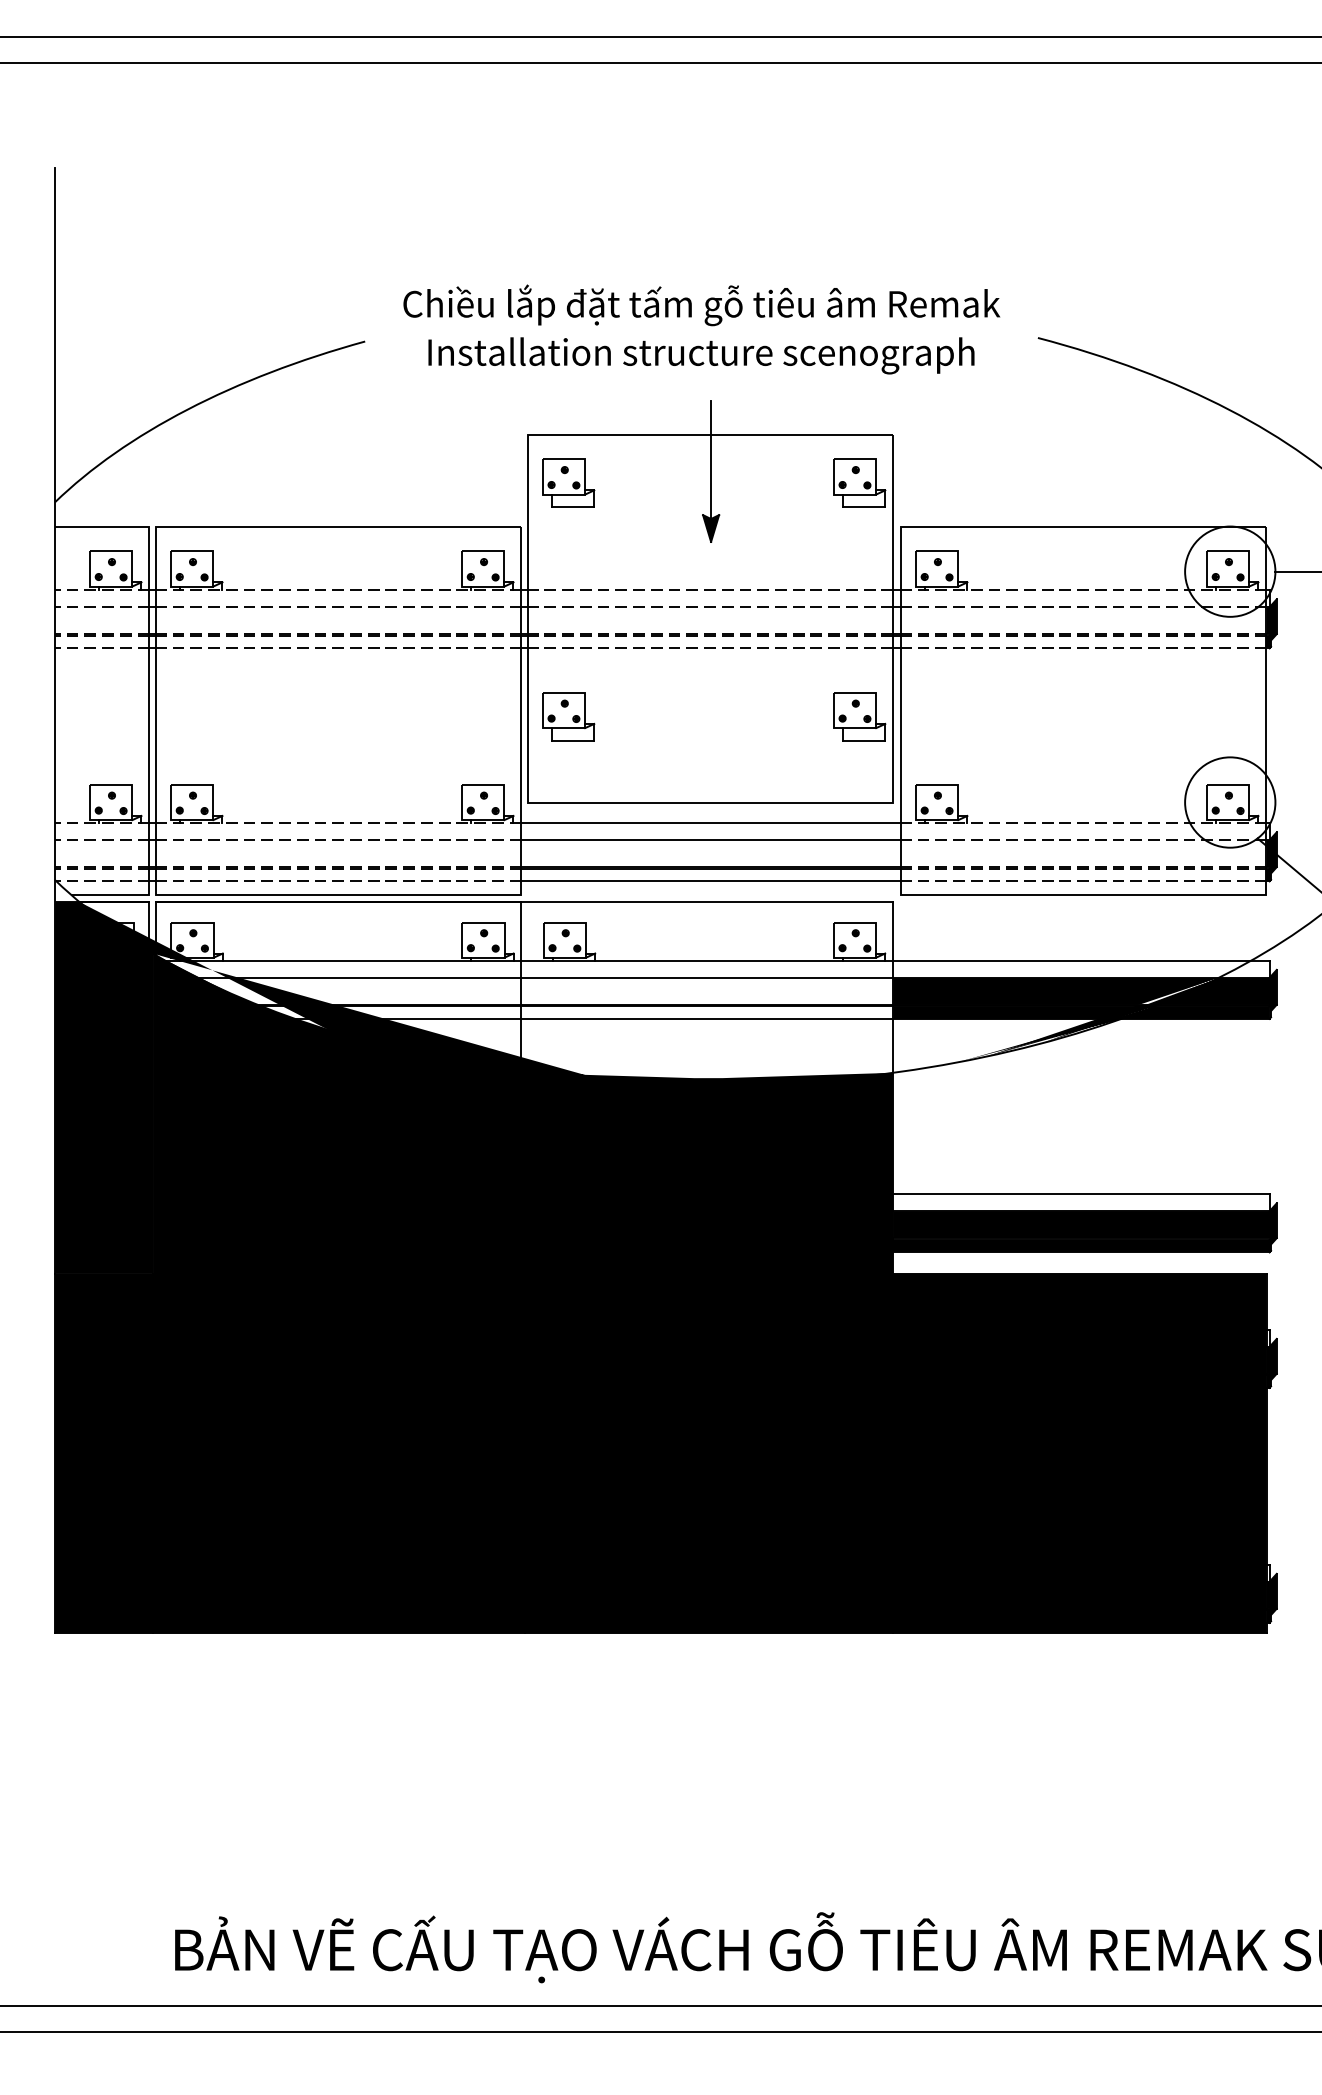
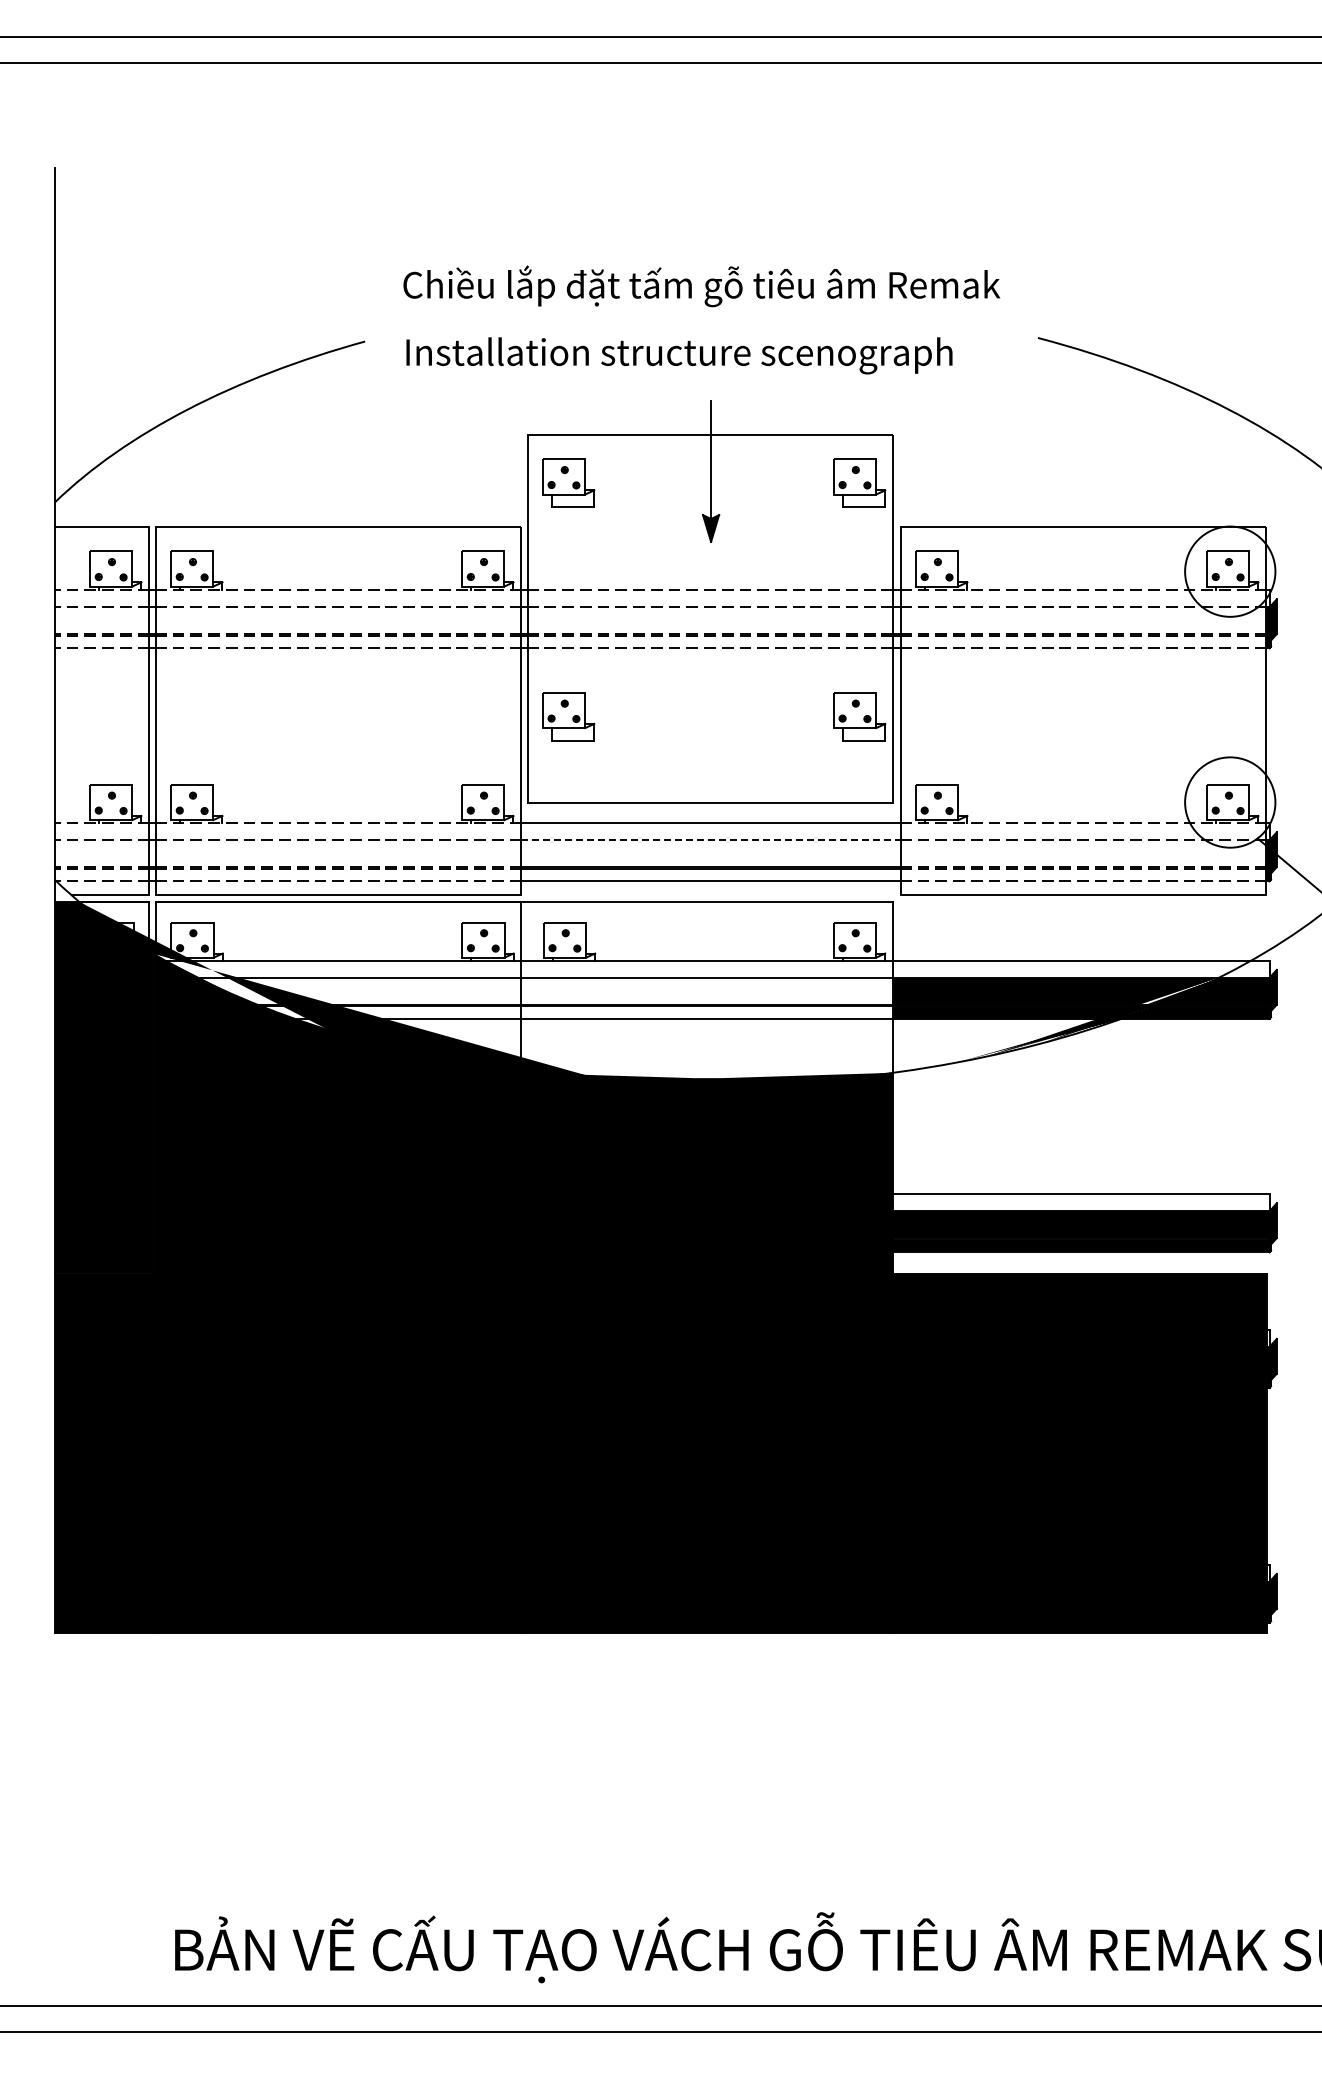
text at (701, 305) position: (701, 305) -> (701, 286)
text at (701, 355) position: (701, 355) -> (679, 355)
line at (1296, 571): present -> none
line at (711, 840): solid -> dashed
